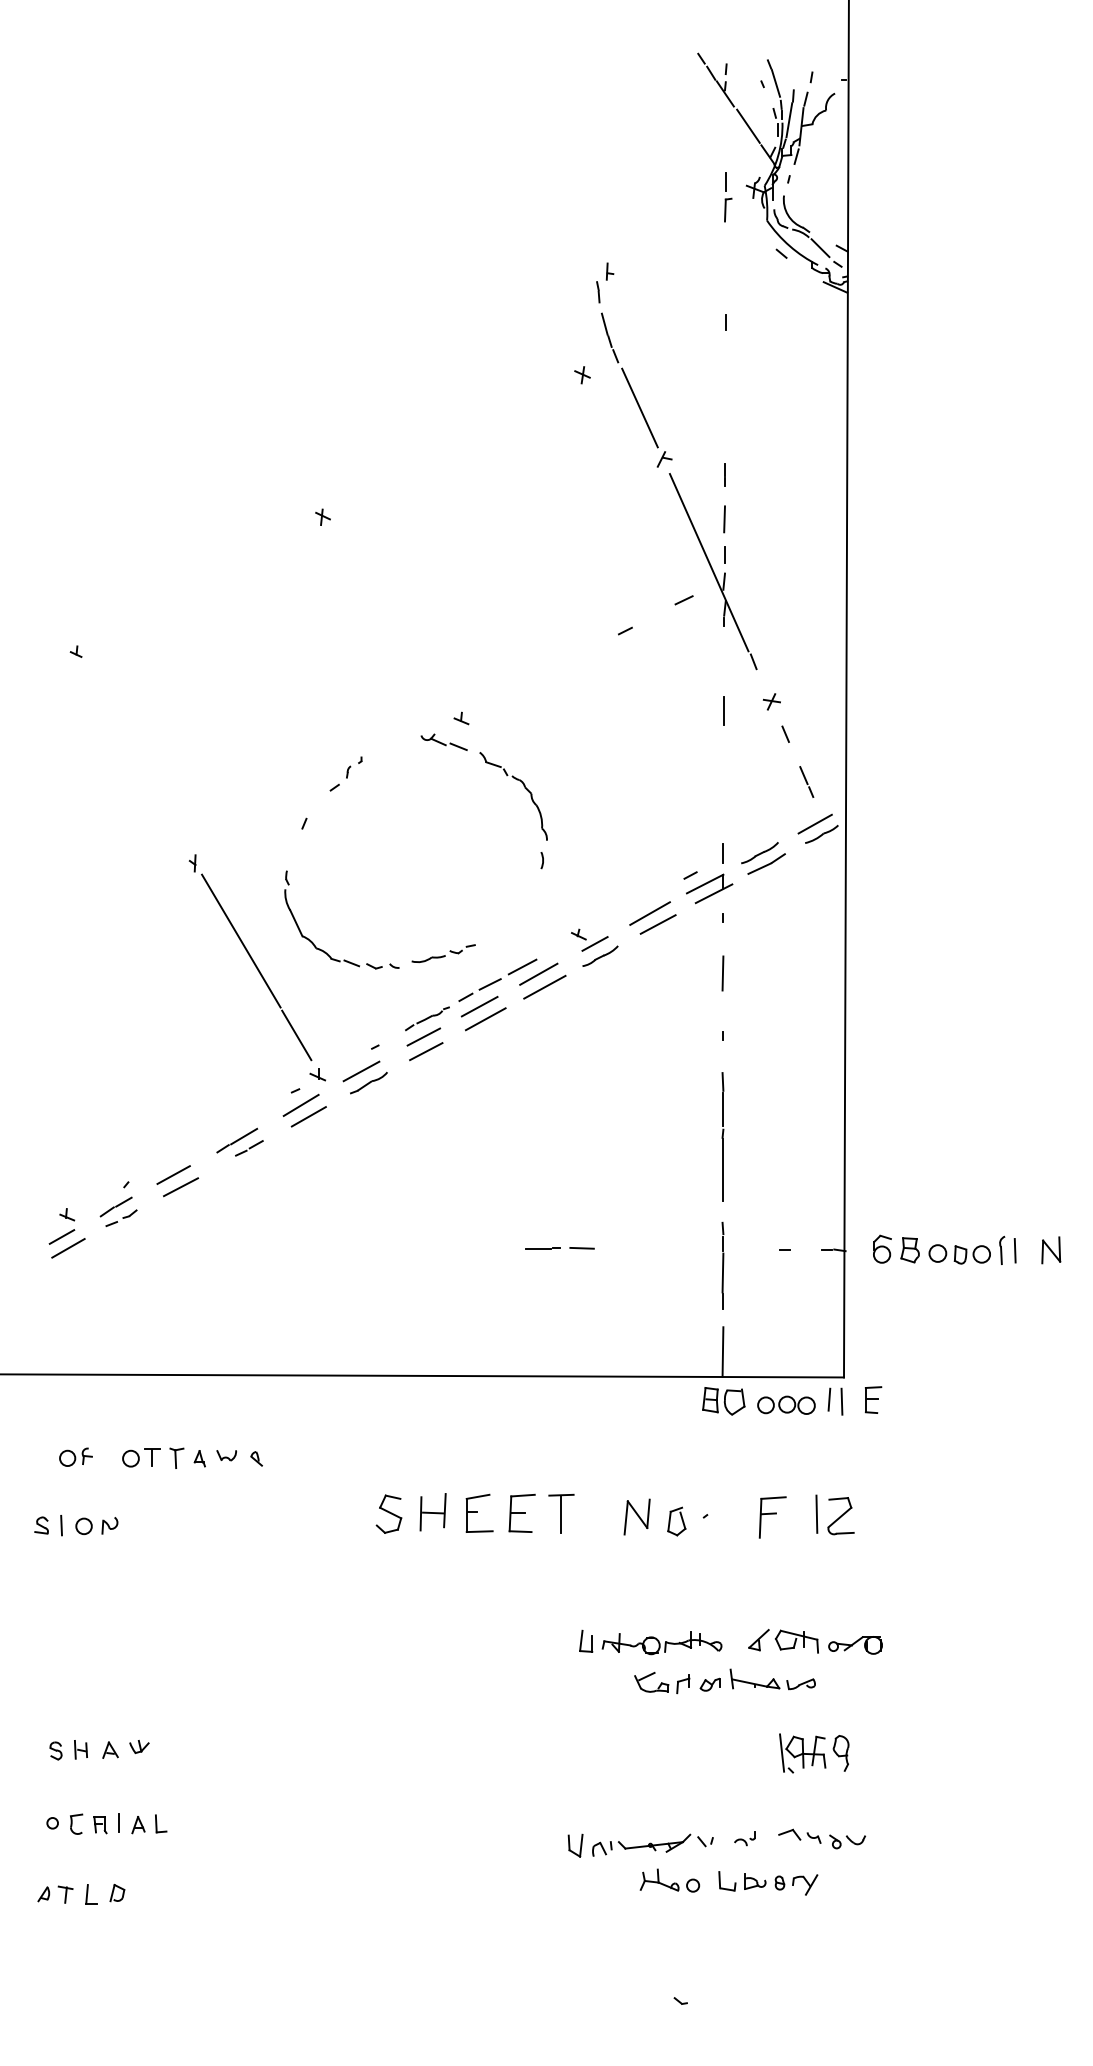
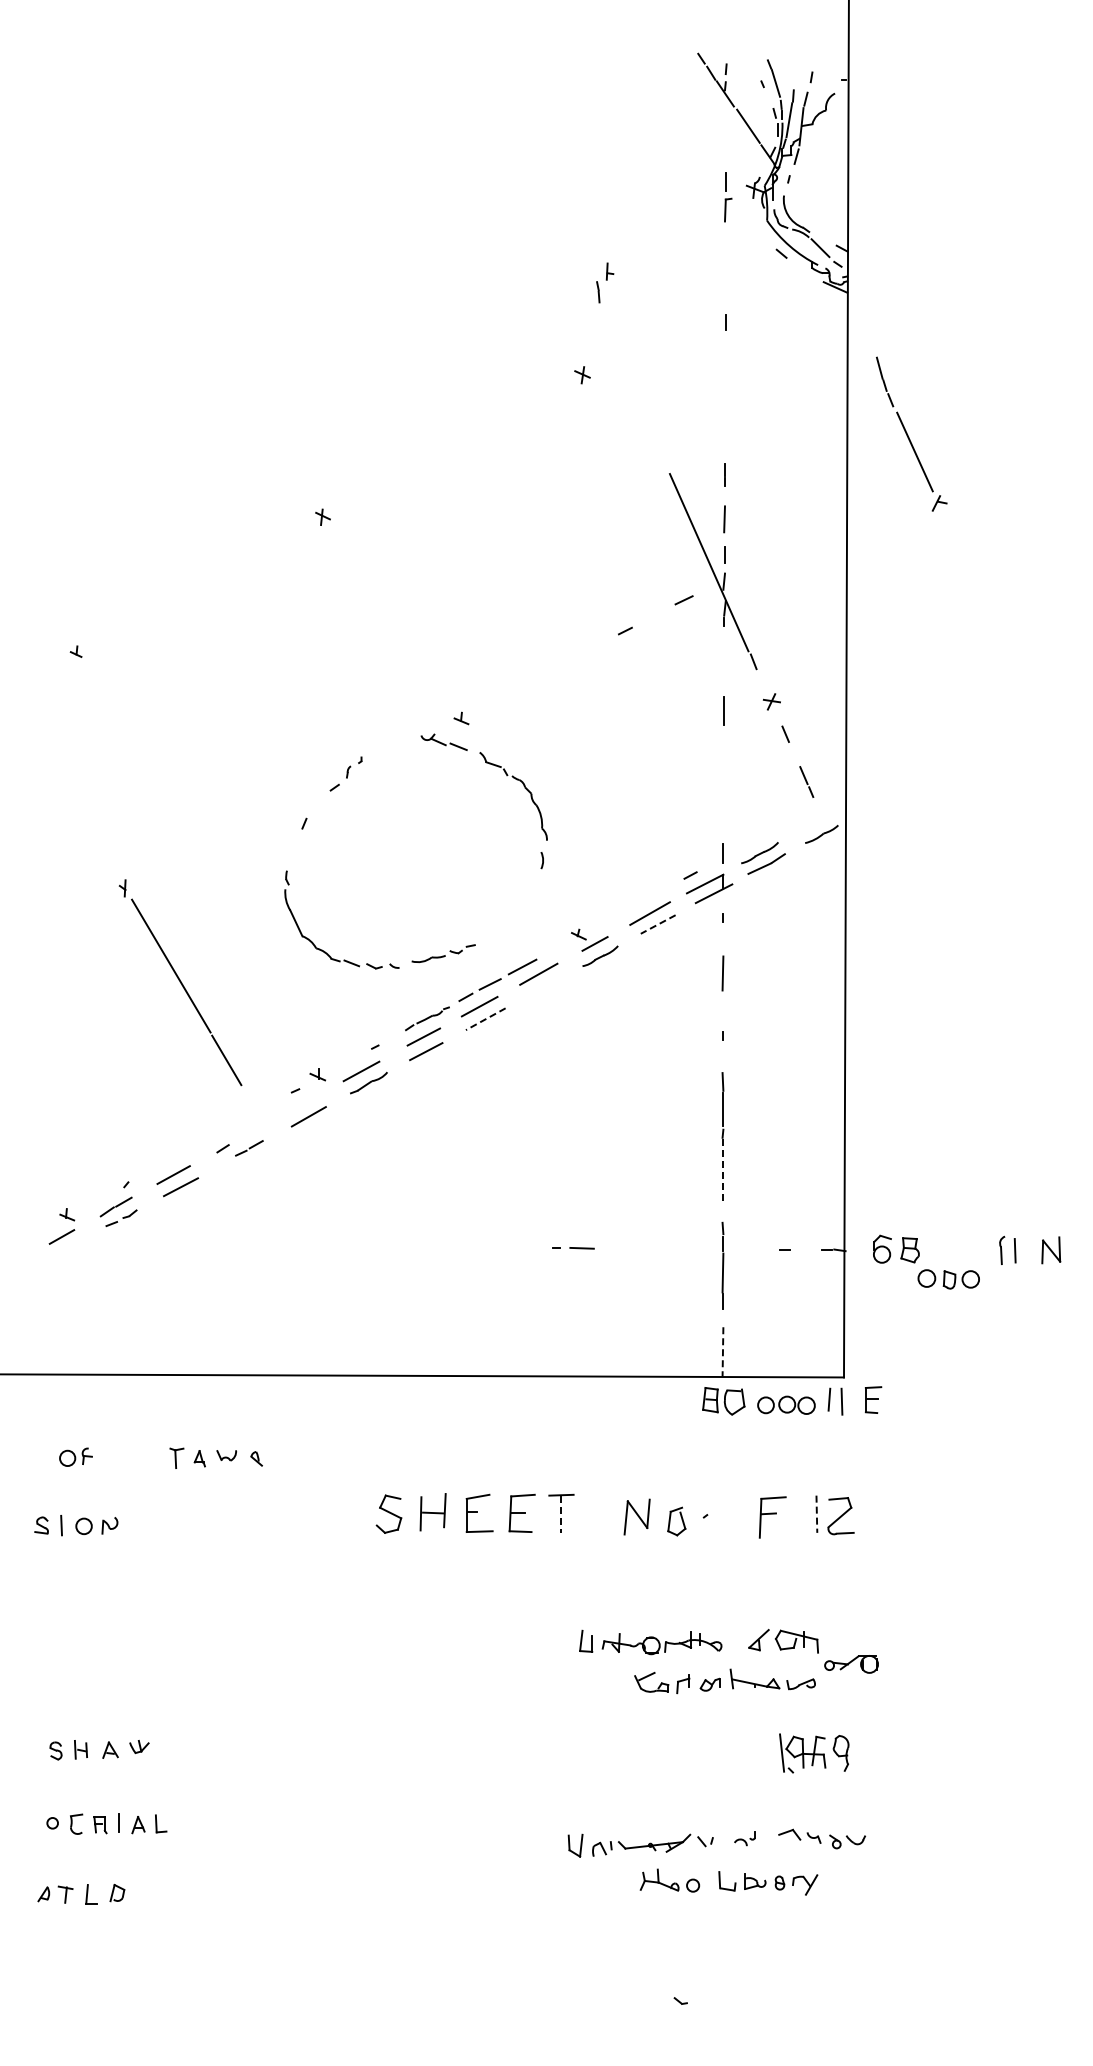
part at (636, 389) position: (636, 389) -> (911, 433)
line at (814, 823): present -> none
line at (658, 924): solid -> dashed
part at (250, 957) position: (250, 957) -> (180, 982)
line at (544, 986): present -> none
line at (485, 1019): solid -> dashed
line at (300, 1104): present -> none
line at (244, 1136): present -> none
line at (723, 1170): solid -> dashed
line at (68, 1248): present -> none
line at (537, 1248): present -> none
part at (959, 1254) position: (959, 1254) -> (948, 1279)
line at (722, 1351): solid -> dashed
part at (141, 1457): present -> none
line at (816, 1514): solid -> dashed
line at (561, 1515): solid -> dashed
part at (855, 1645) position: (855, 1645) -> (851, 1664)
